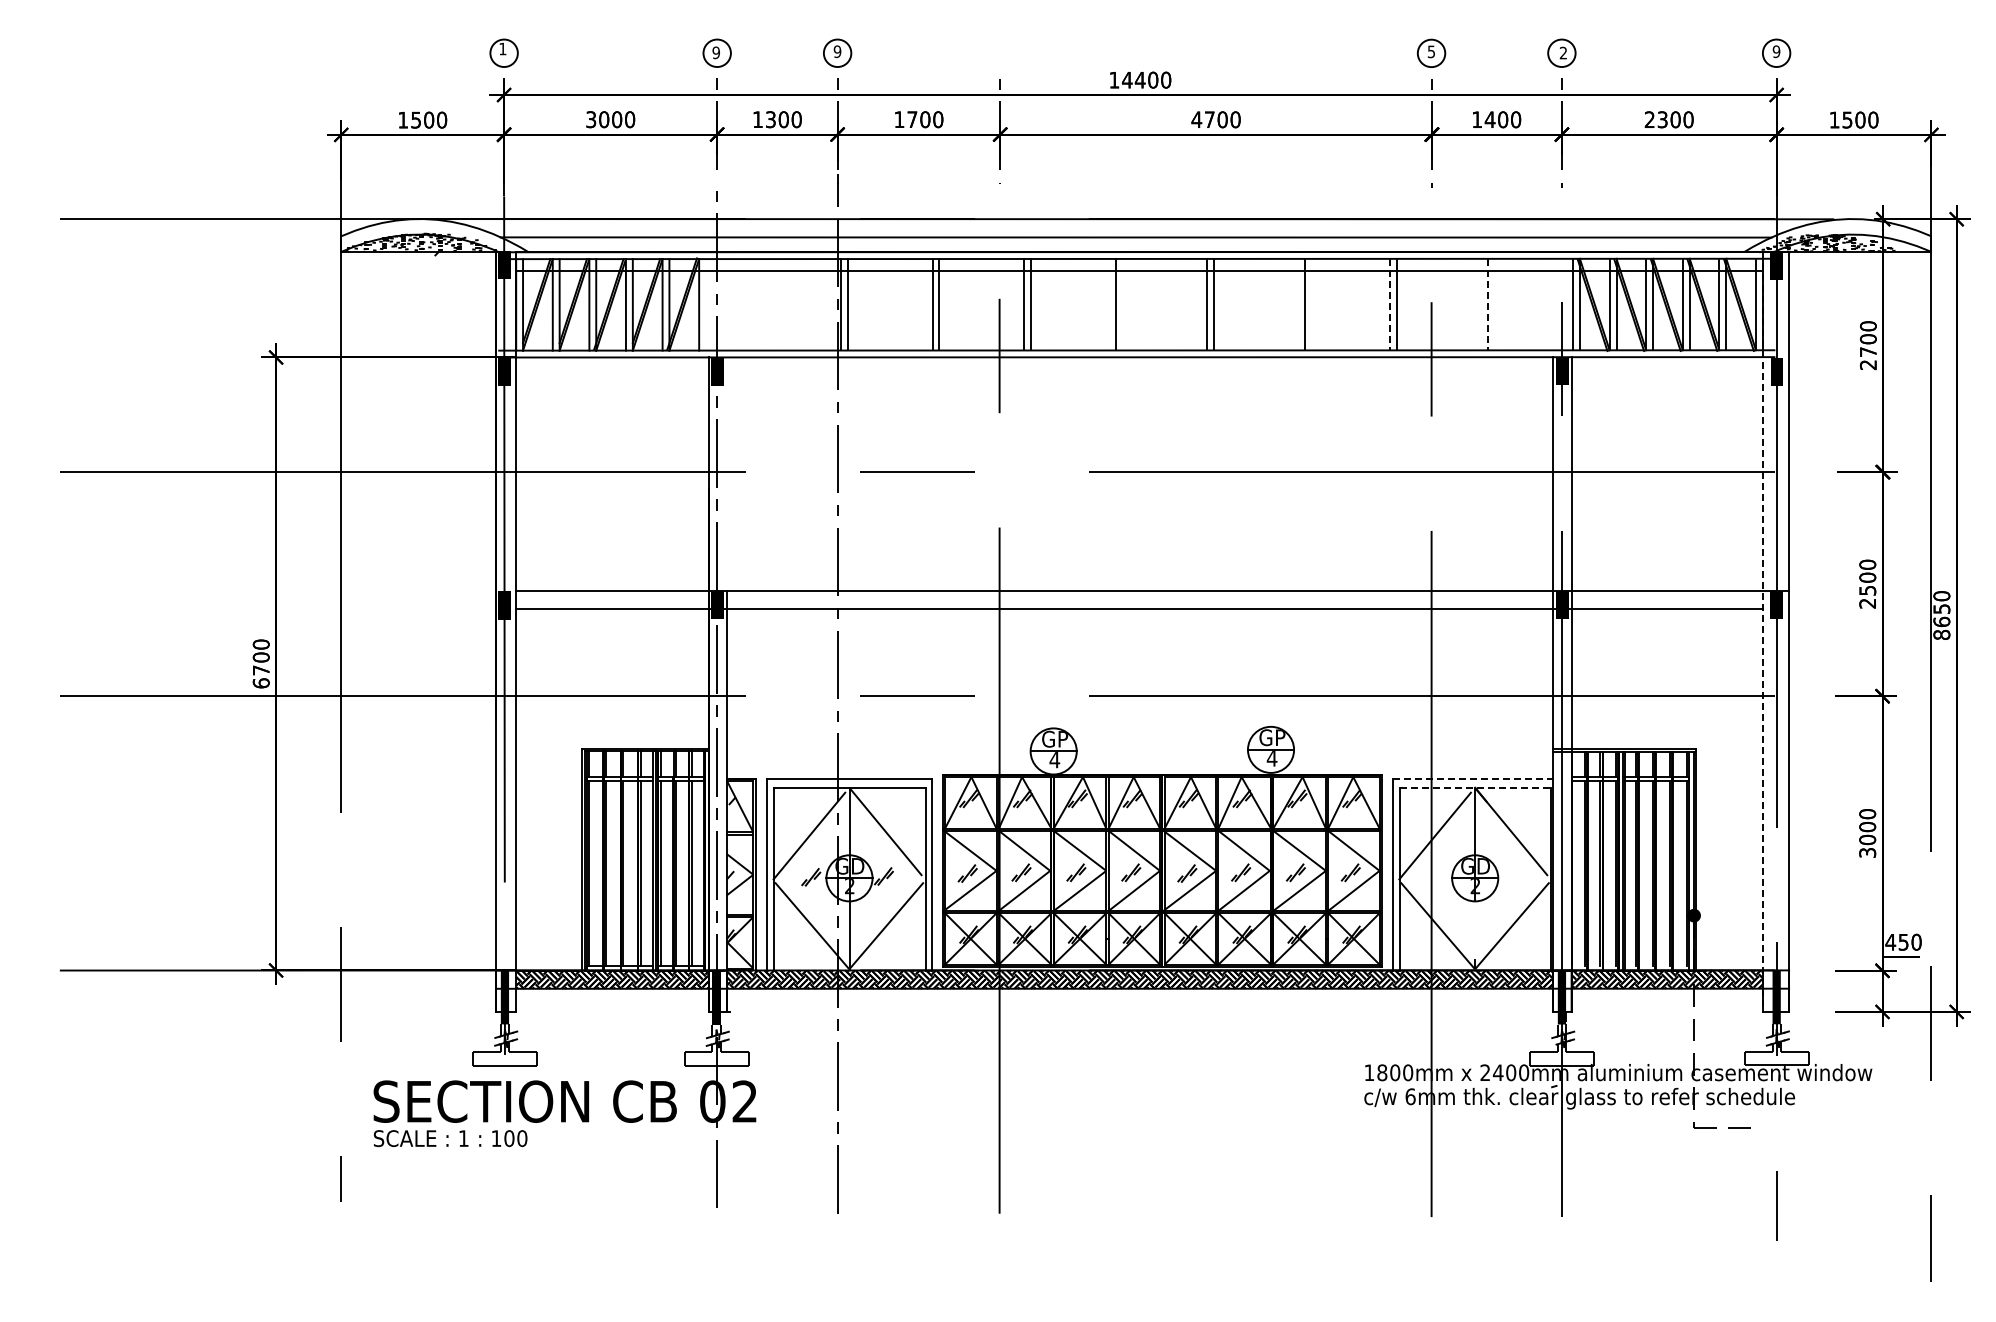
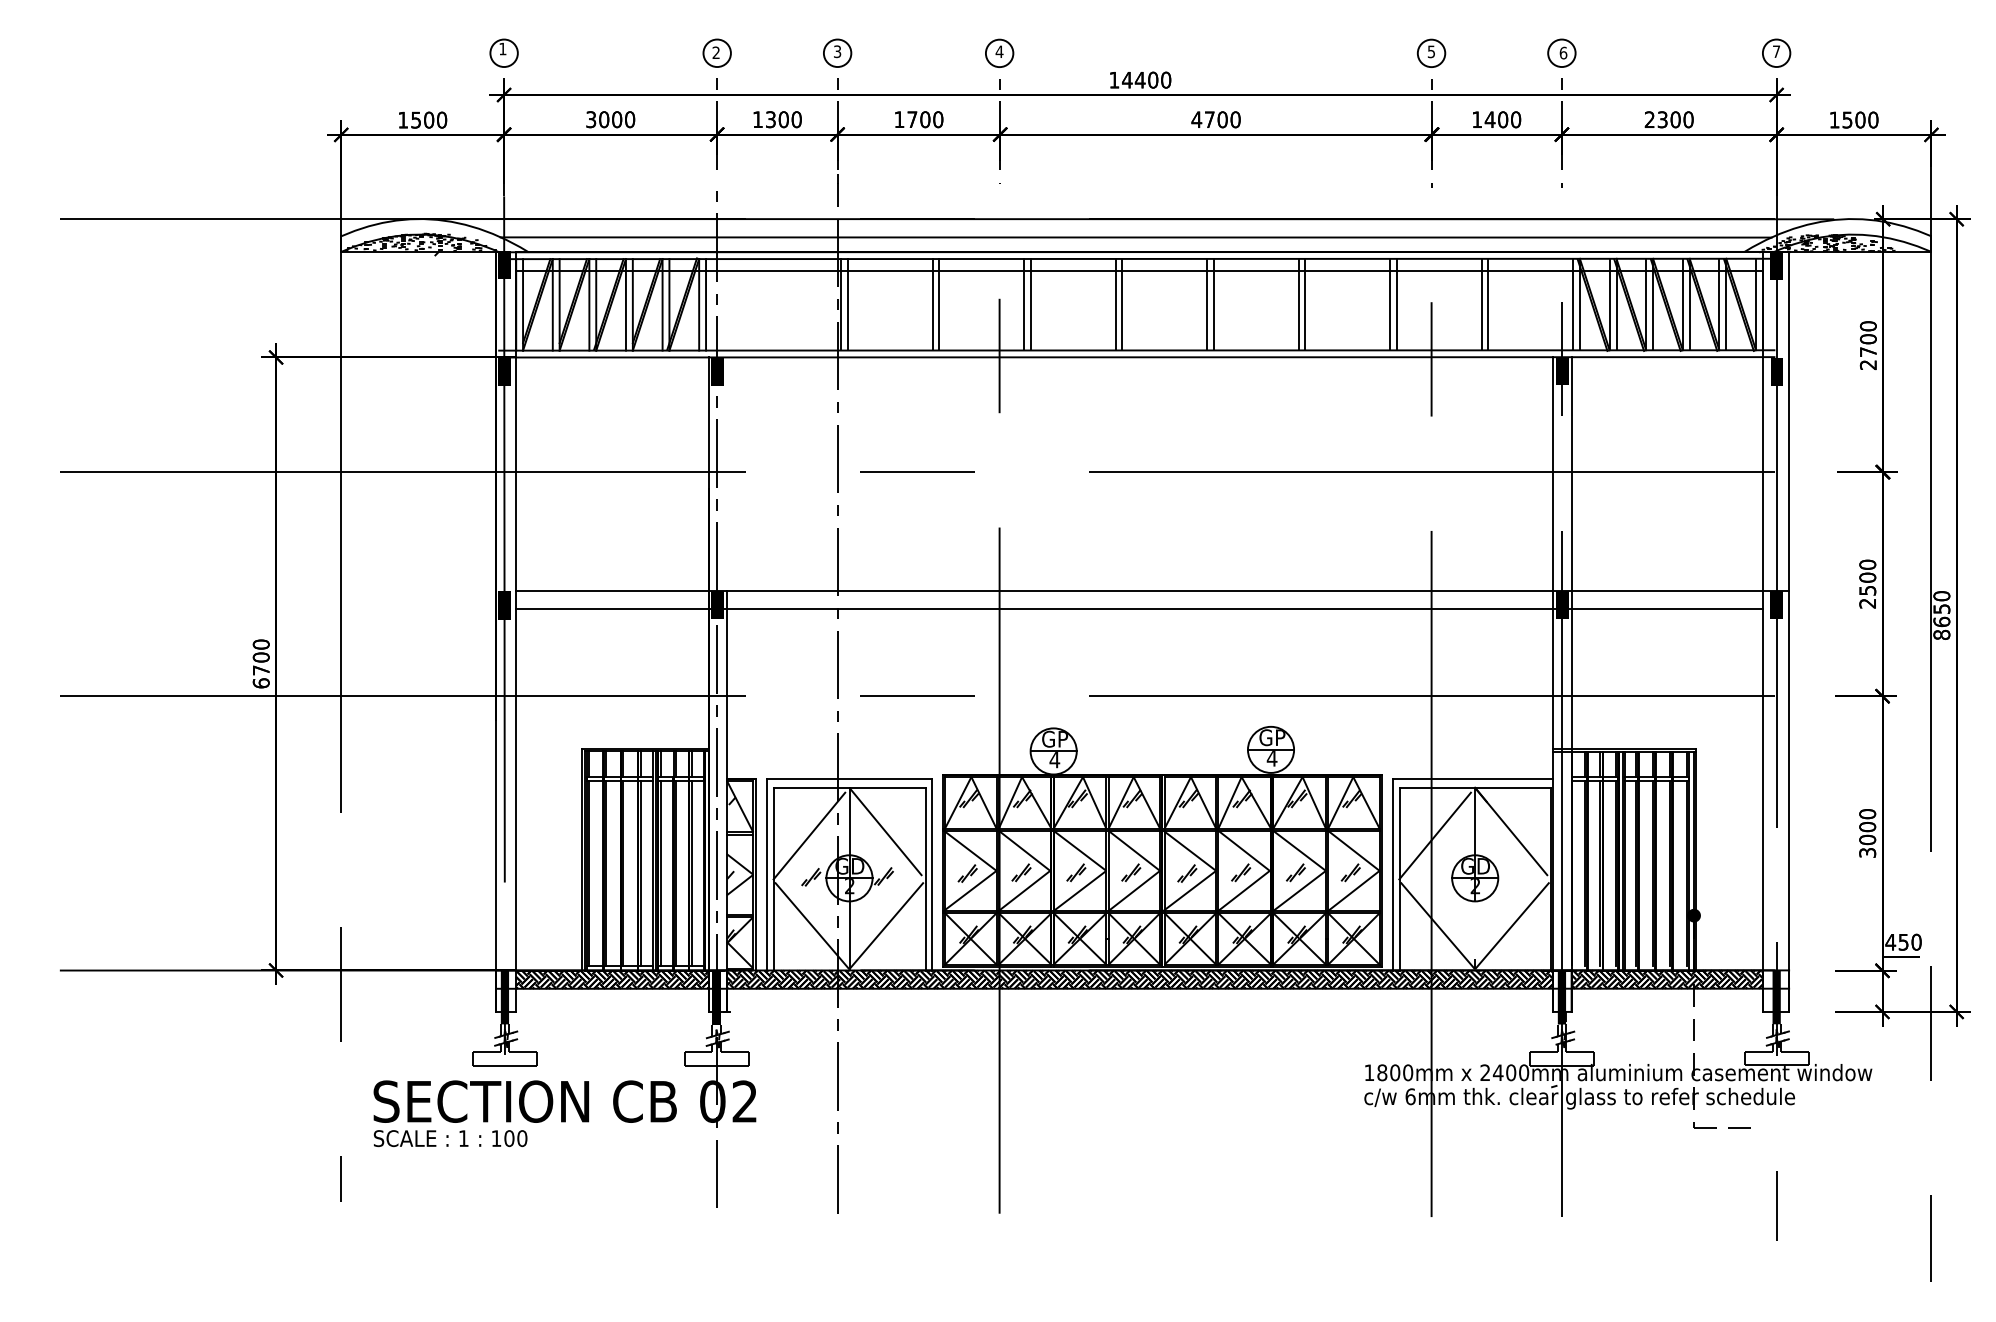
text at (837, 51): 9 -> 3
text at (1776, 51): 9 -> 7
text at (715, 52): 9 -> 2
part at (999, 52): none -> present
text at (1563, 52): 2 -> 6
line at (706, 304): none -> present
line at (1122, 304): none -> present
line at (1298, 304): none -> present
line at (1390, 304): dashed -> solid
line at (1481, 304): none -> present
line at (1488, 304): dashed -> solid
line at (1762, 632): dashed -> solid
line at (1473, 778): dashed -> solid
line at (1475, 787): dashed -> solid
